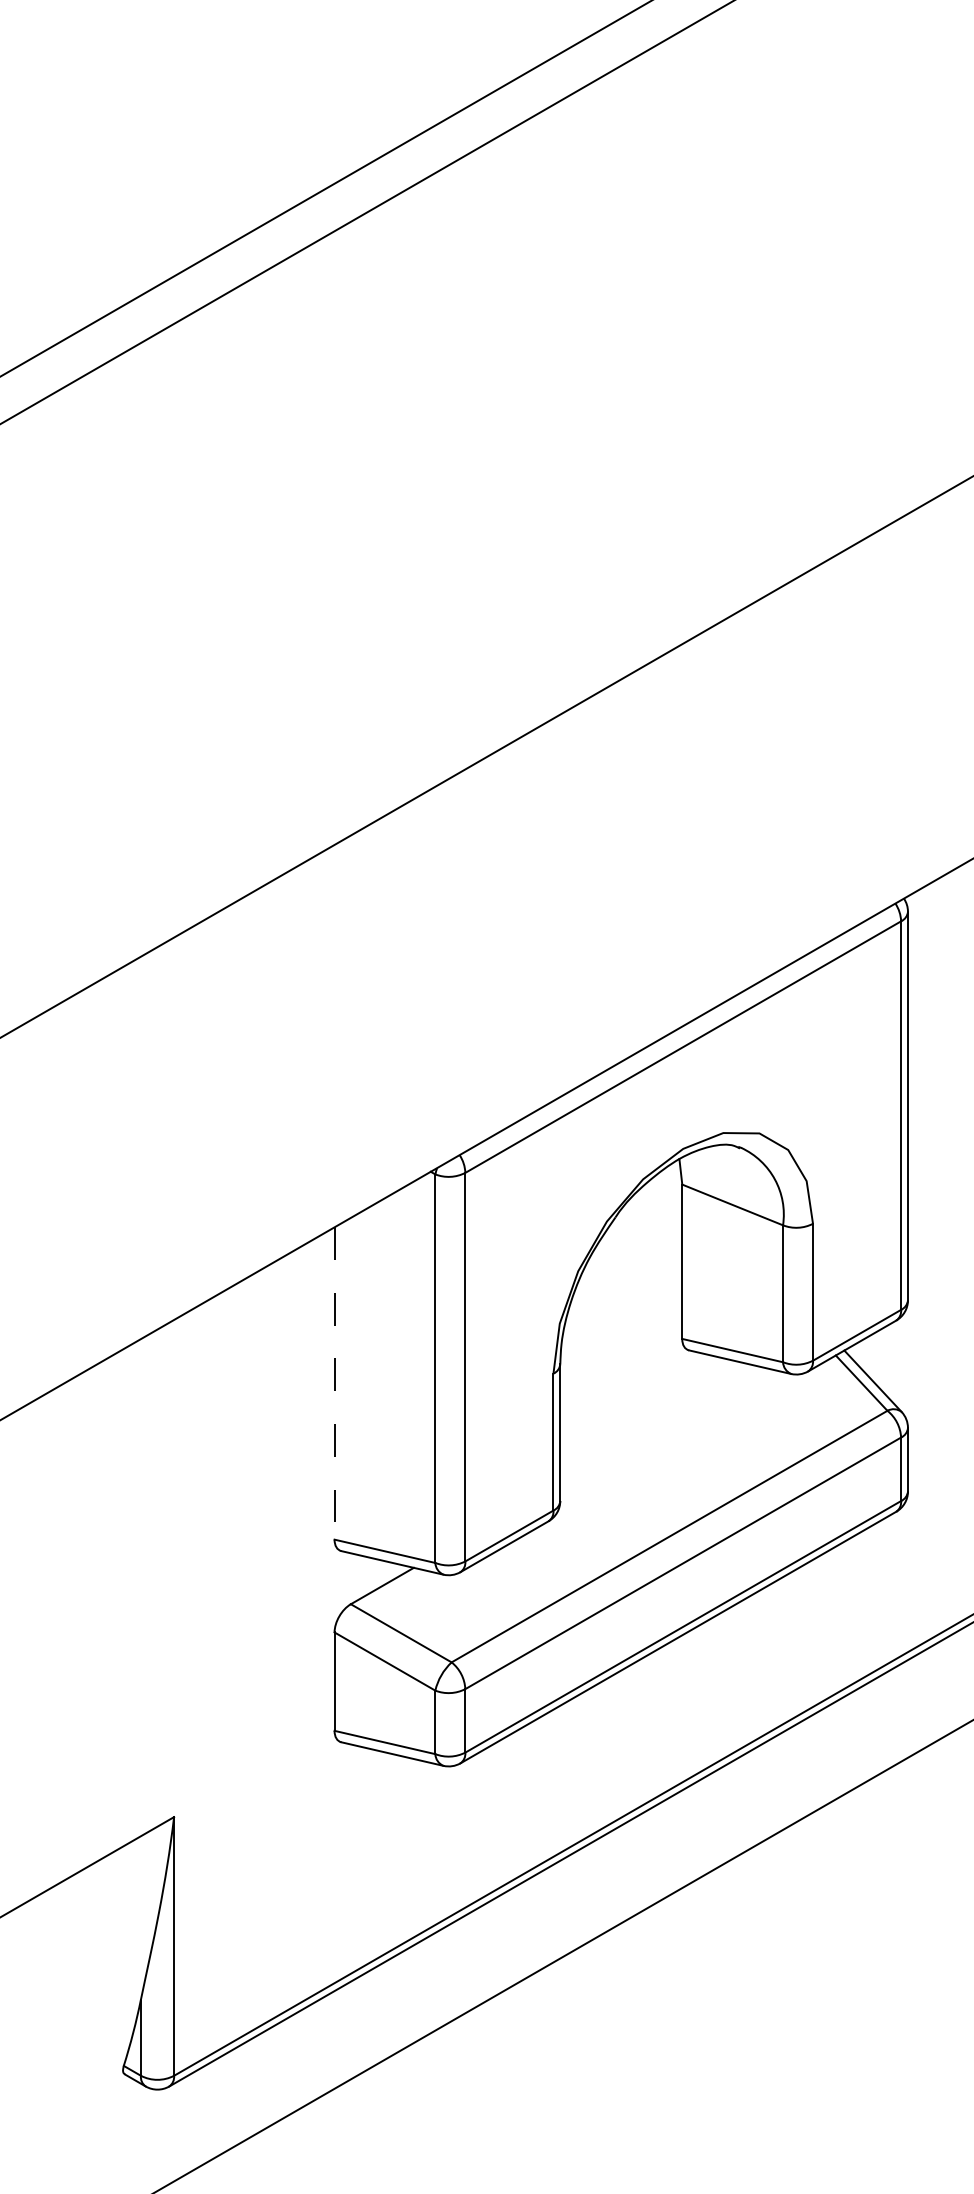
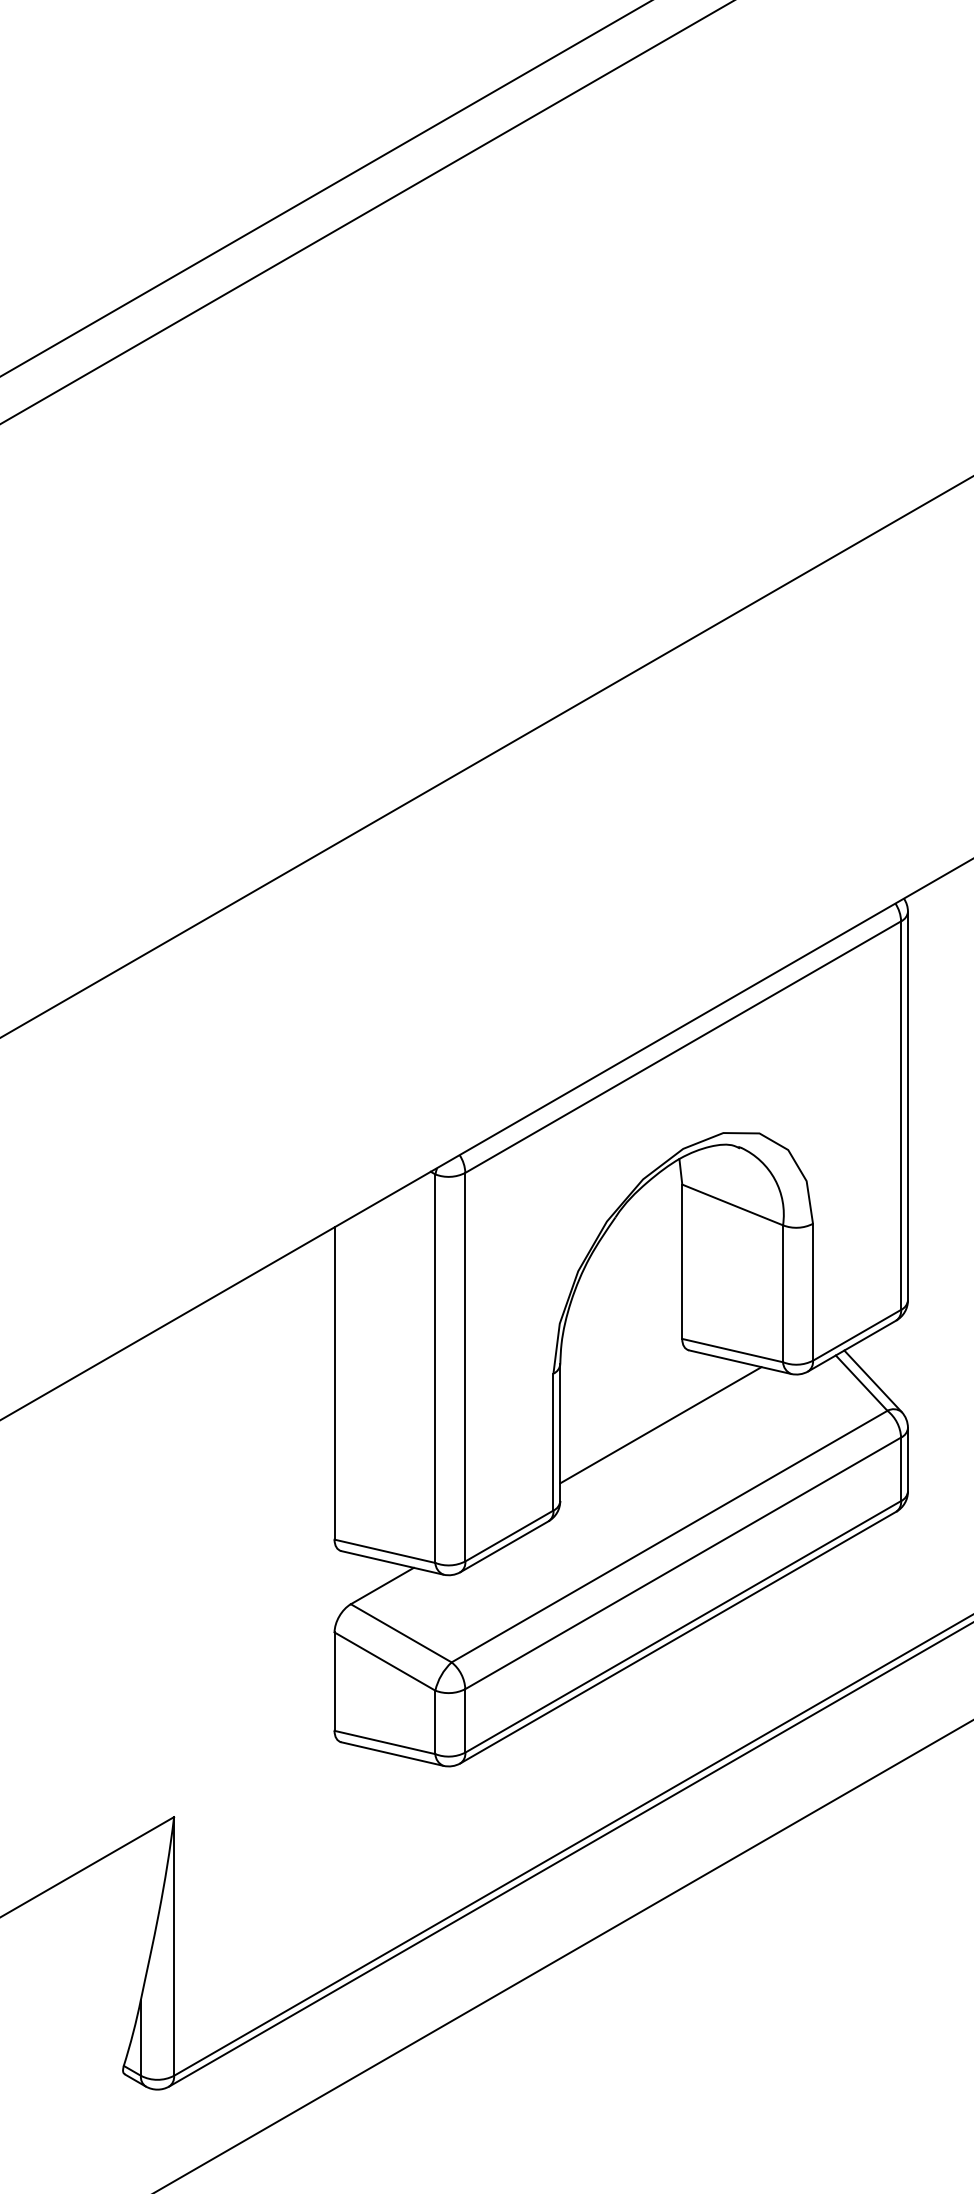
line at (334, 1383): dashed -> solid
line at (660, 1425): none -> present
